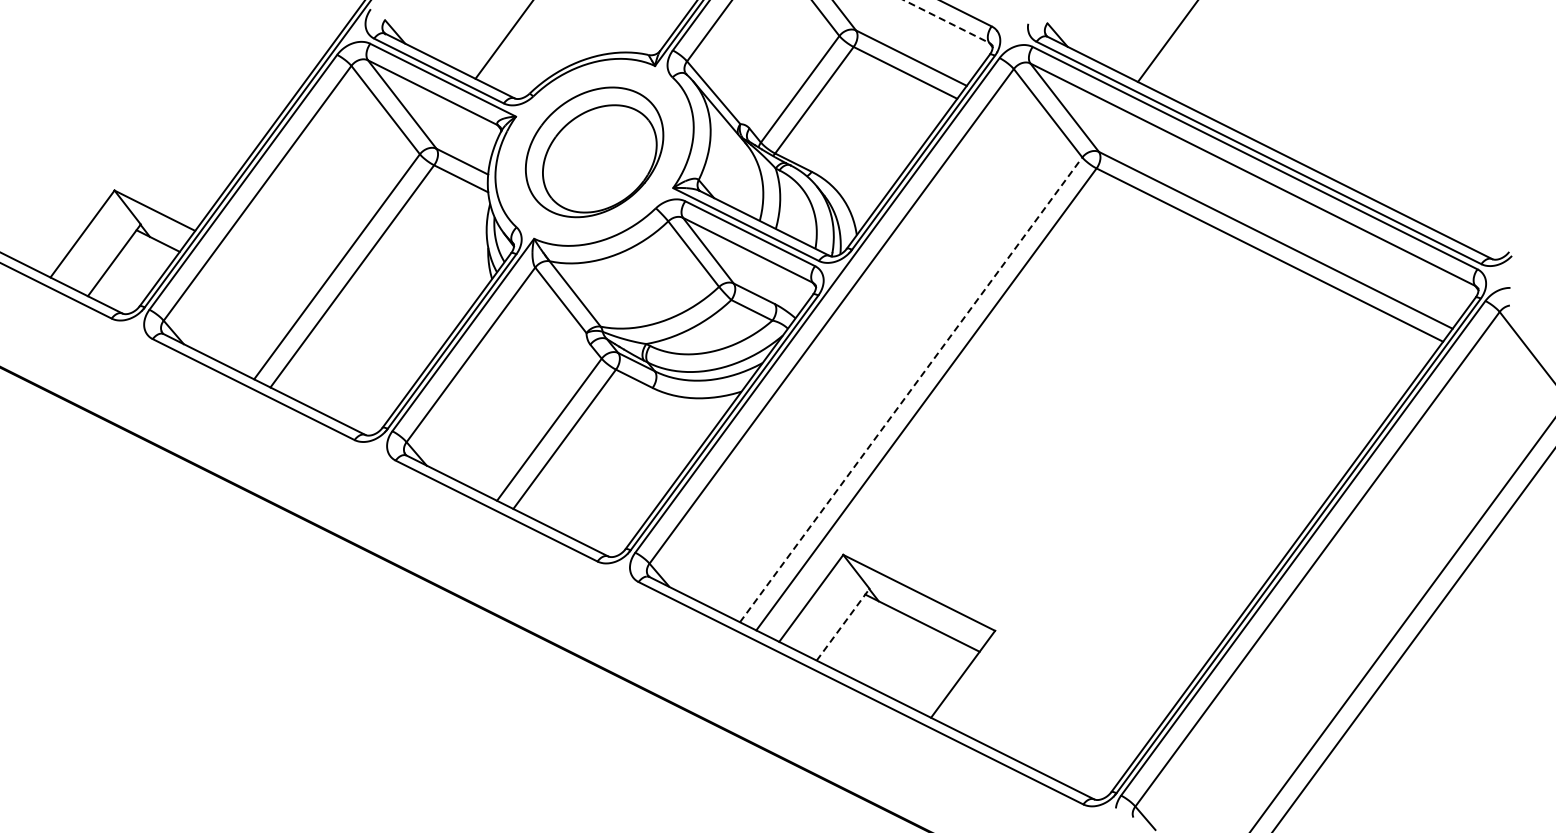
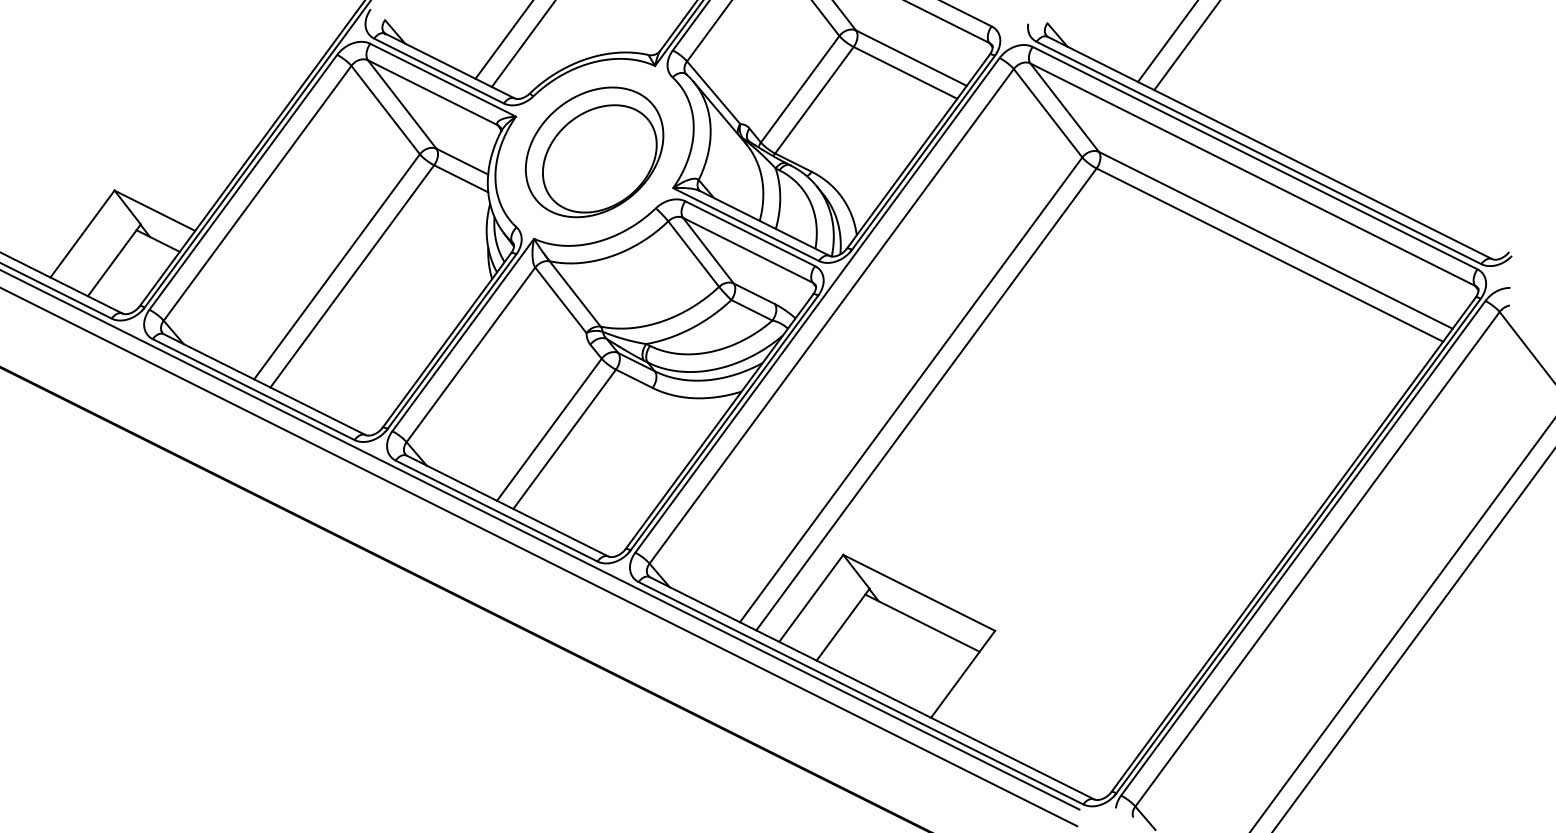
line at (946, 21): dashed -> solid
line at (522, 44): none -> present
line at (1186, 46): none -> present
line at (911, 389): dashed -> solid
line at (540, 539): none -> present
line at (539, 557): none -> present
line at (843, 624): dashed -> solid
